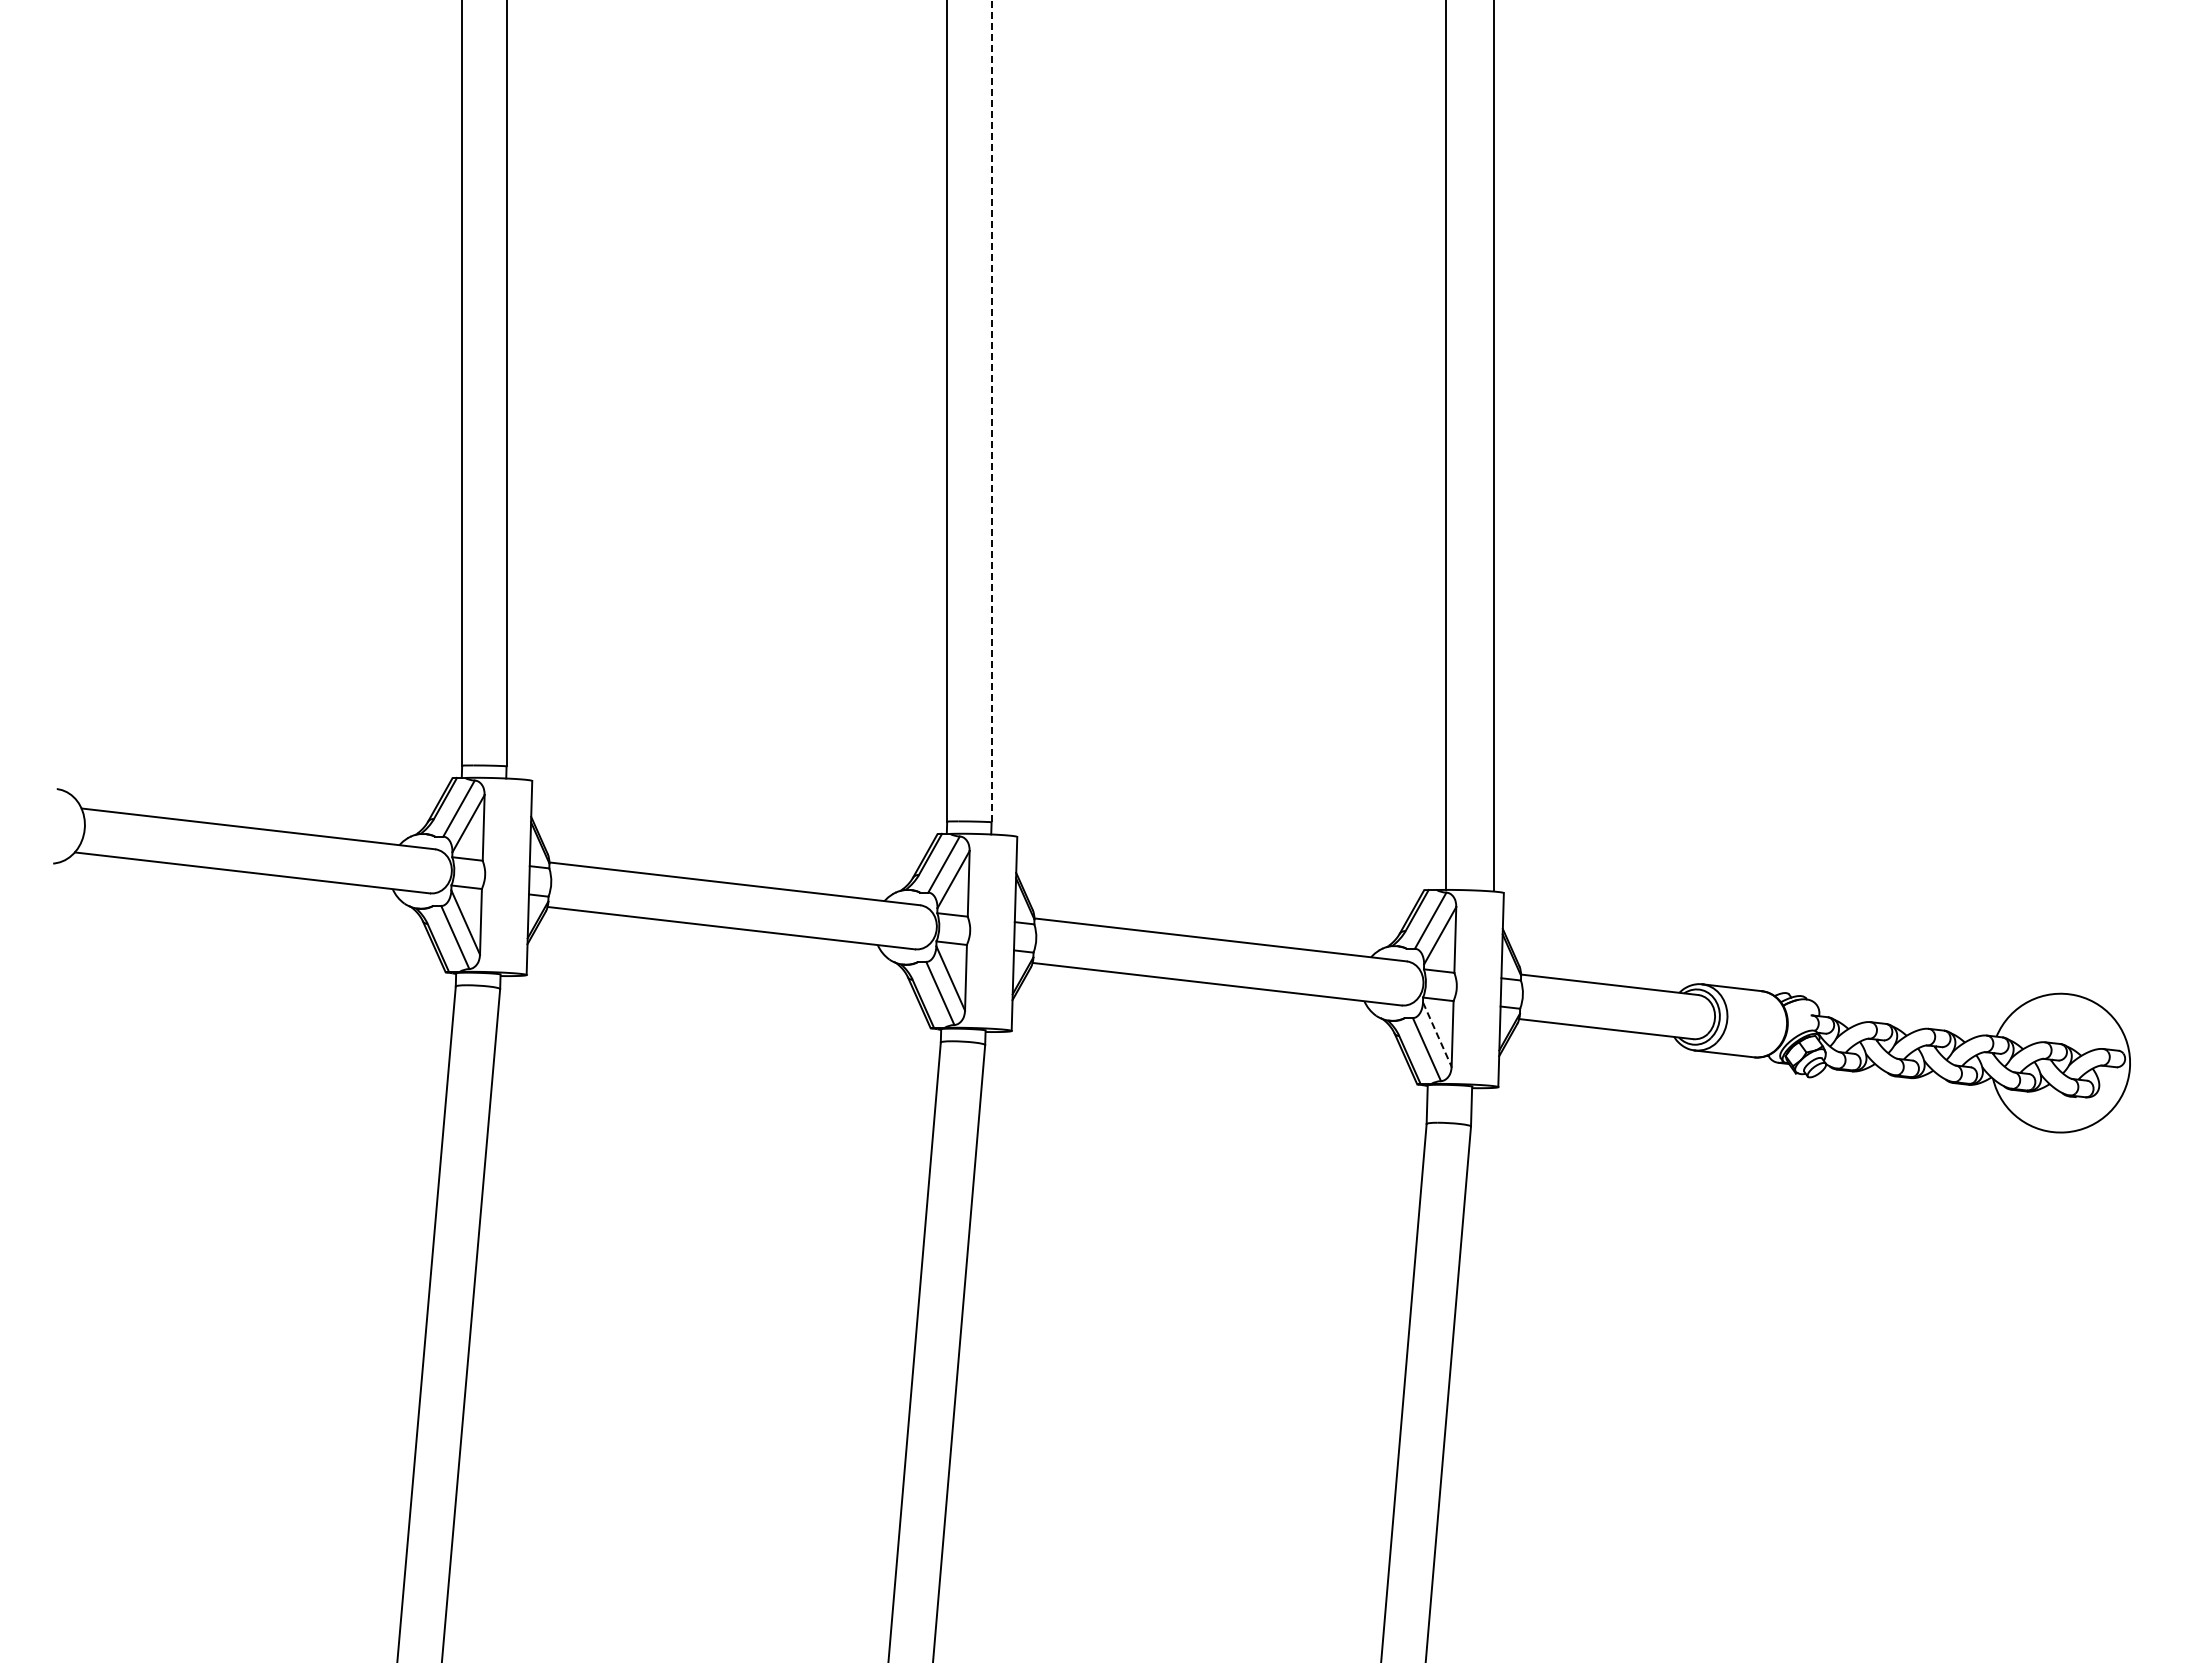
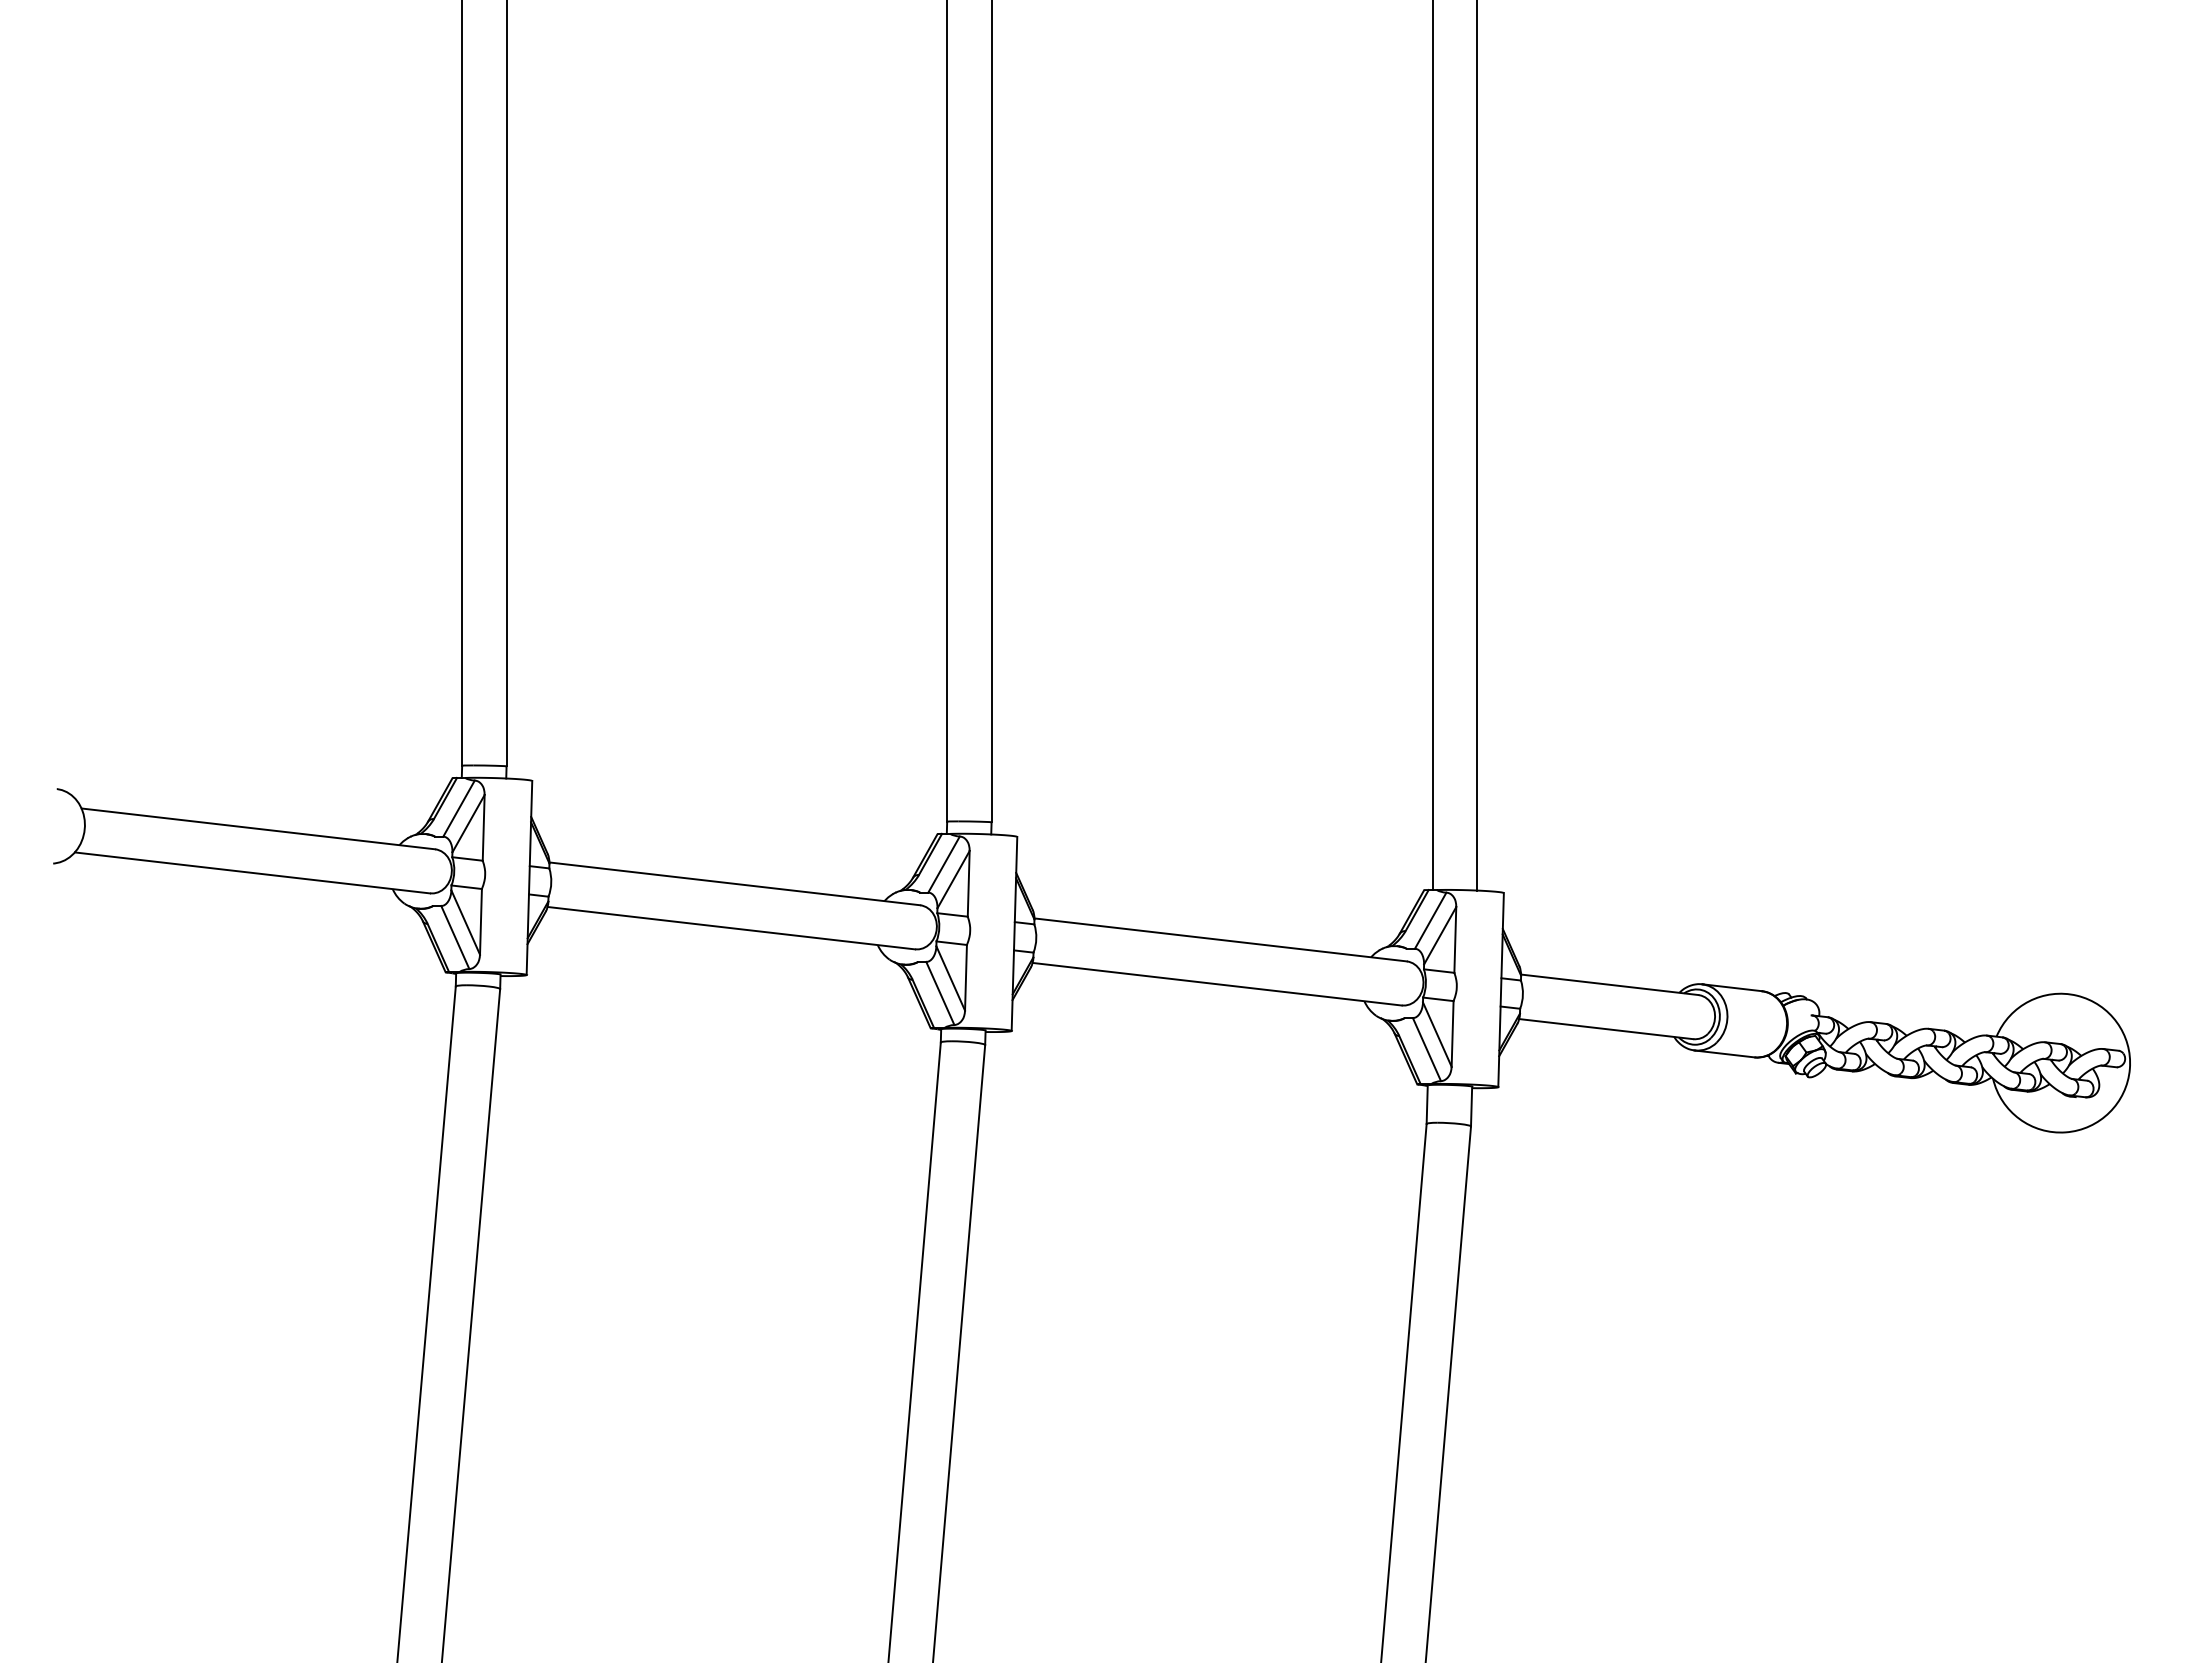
line at (991, 411): dashed -> solid
line at (1446, 446) position: (1446, 446) -> (1433, 446)
line at (1494, 446) position: (1494, 446) -> (1477, 446)
line at (1437, 1035): dashed -> solid
